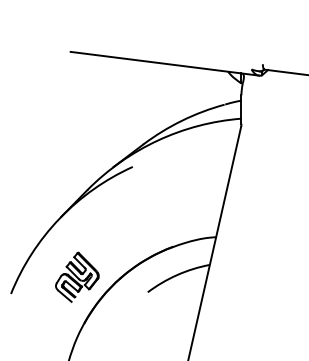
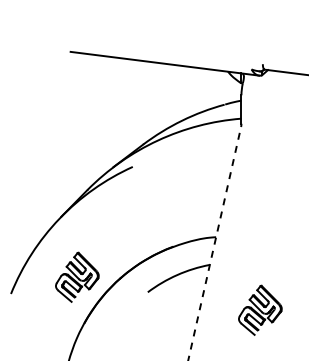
line at (214, 243): solid -> dashed
part at (260, 309): none -> present
